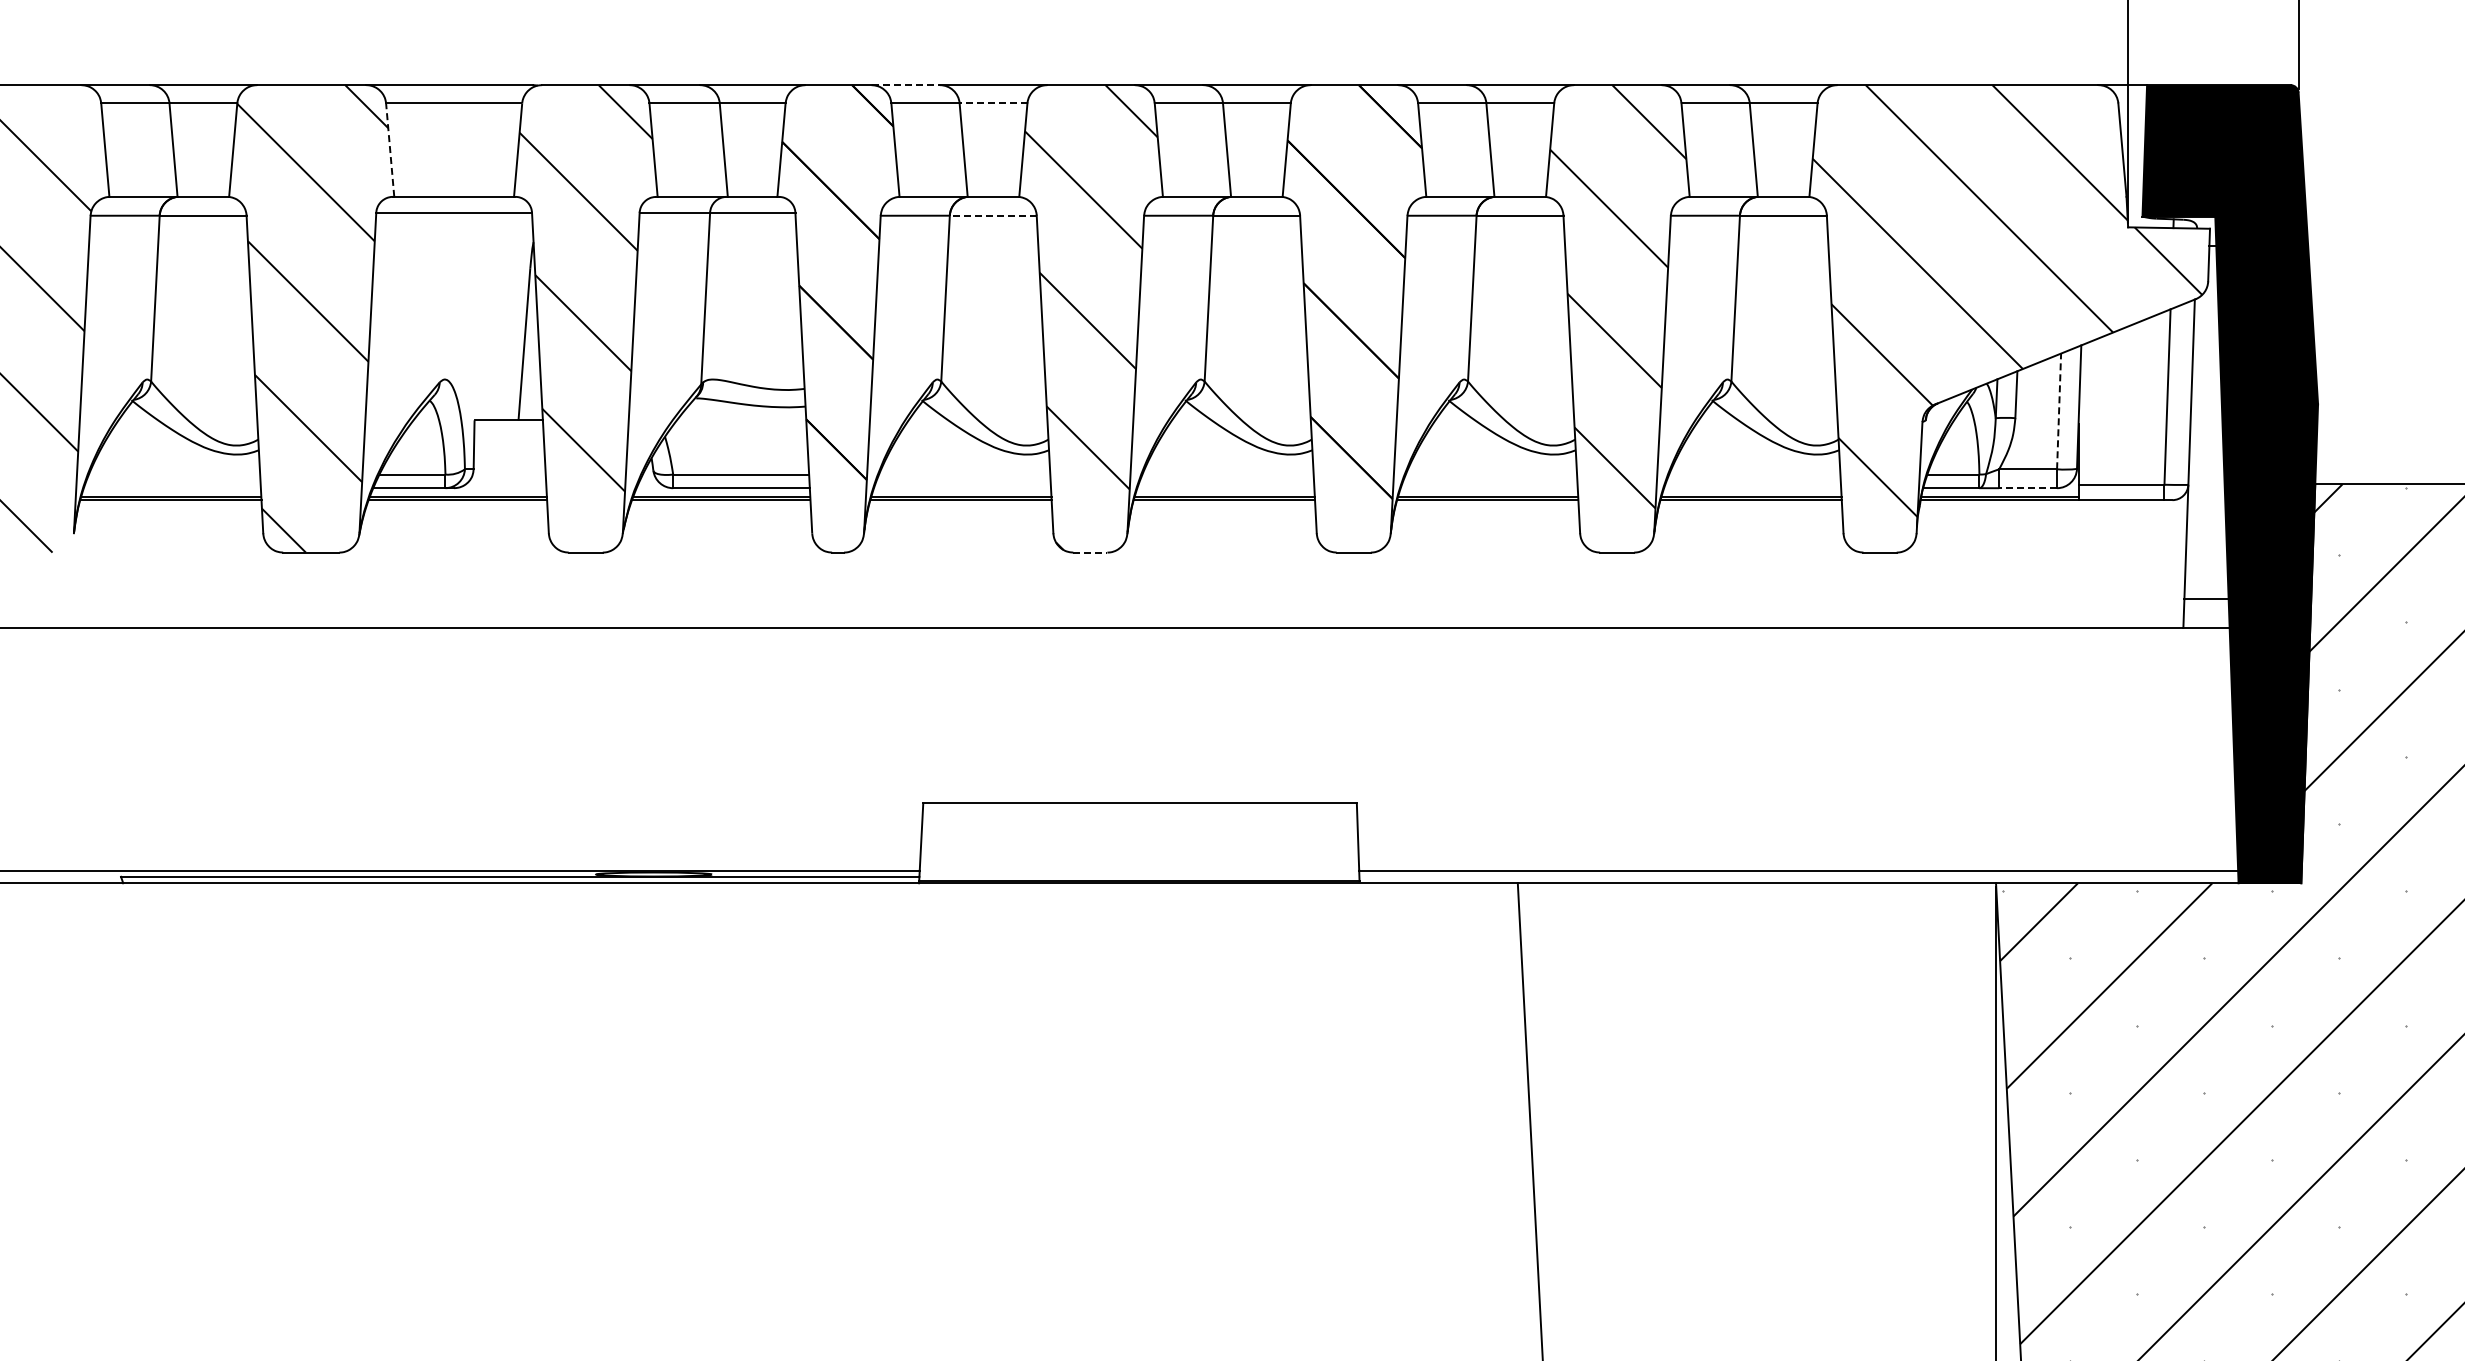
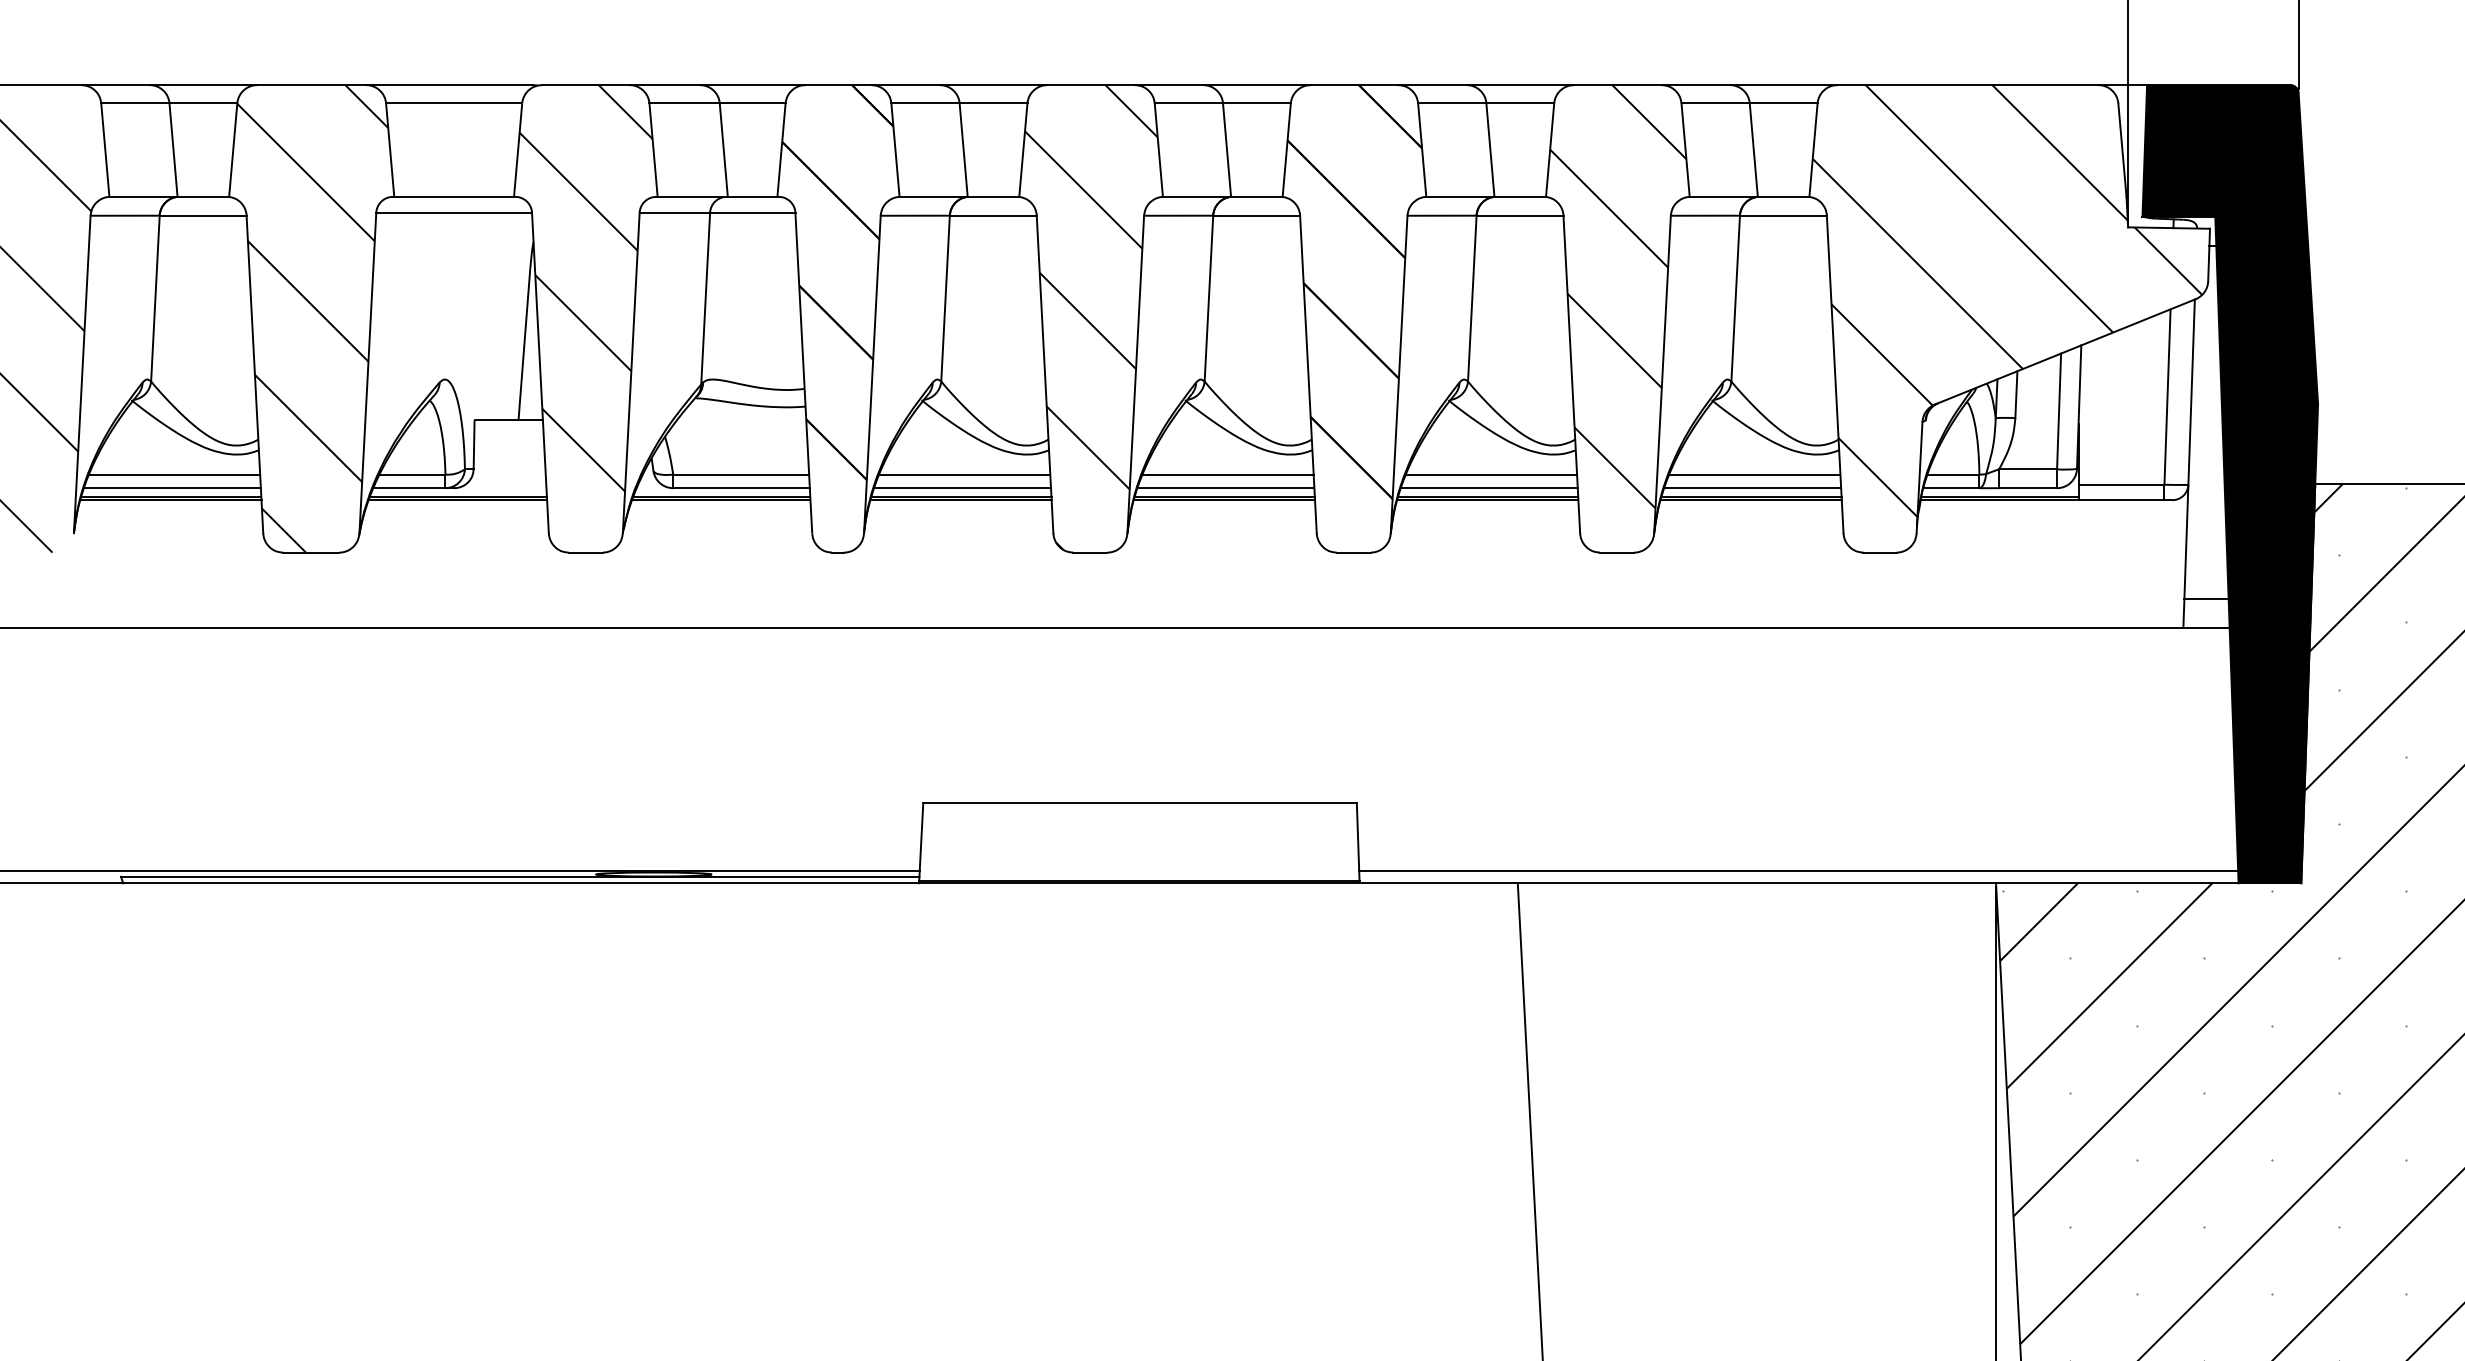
line at (906, 85): dashed -> solid
line at (993, 103): dashed -> solid
line at (390, 150): dashed -> solid
line at (993, 215): dashed -> solid
line at (2059, 411): dashed -> solid
line at (174, 474): none -> present
line at (964, 474): none -> present
line at (1227, 474): none -> present
line at (1491, 474): none -> present
line at (1754, 474): none -> present
line at (171, 488): none -> present
line at (962, 488): none -> present
line at (1225, 488): none -> present
line at (1488, 488): none -> present
line at (1752, 488): none -> present
line at (2028, 488): dashed -> solid
line at (1090, 552): dashed -> solid
